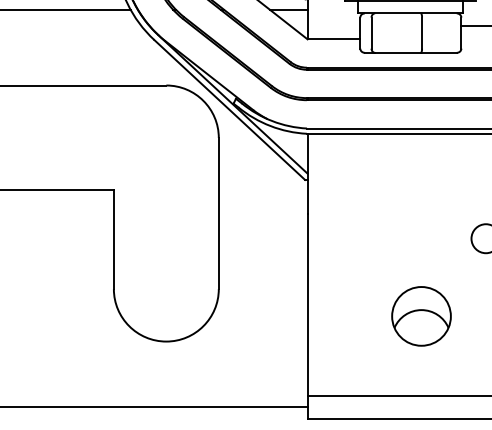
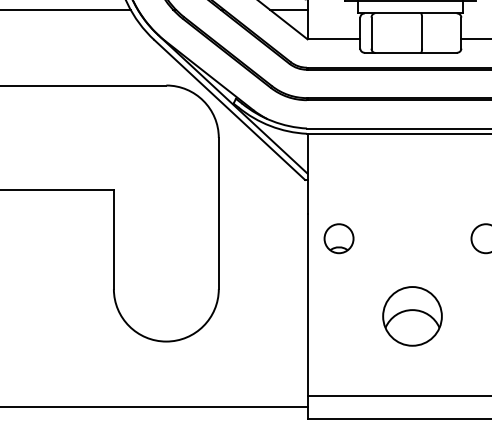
line at (474, 26) position: (474, 26) -> (474, 39)
part at (338, 238): none -> present
part at (421, 316) position: (421, 316) -> (412, 316)
